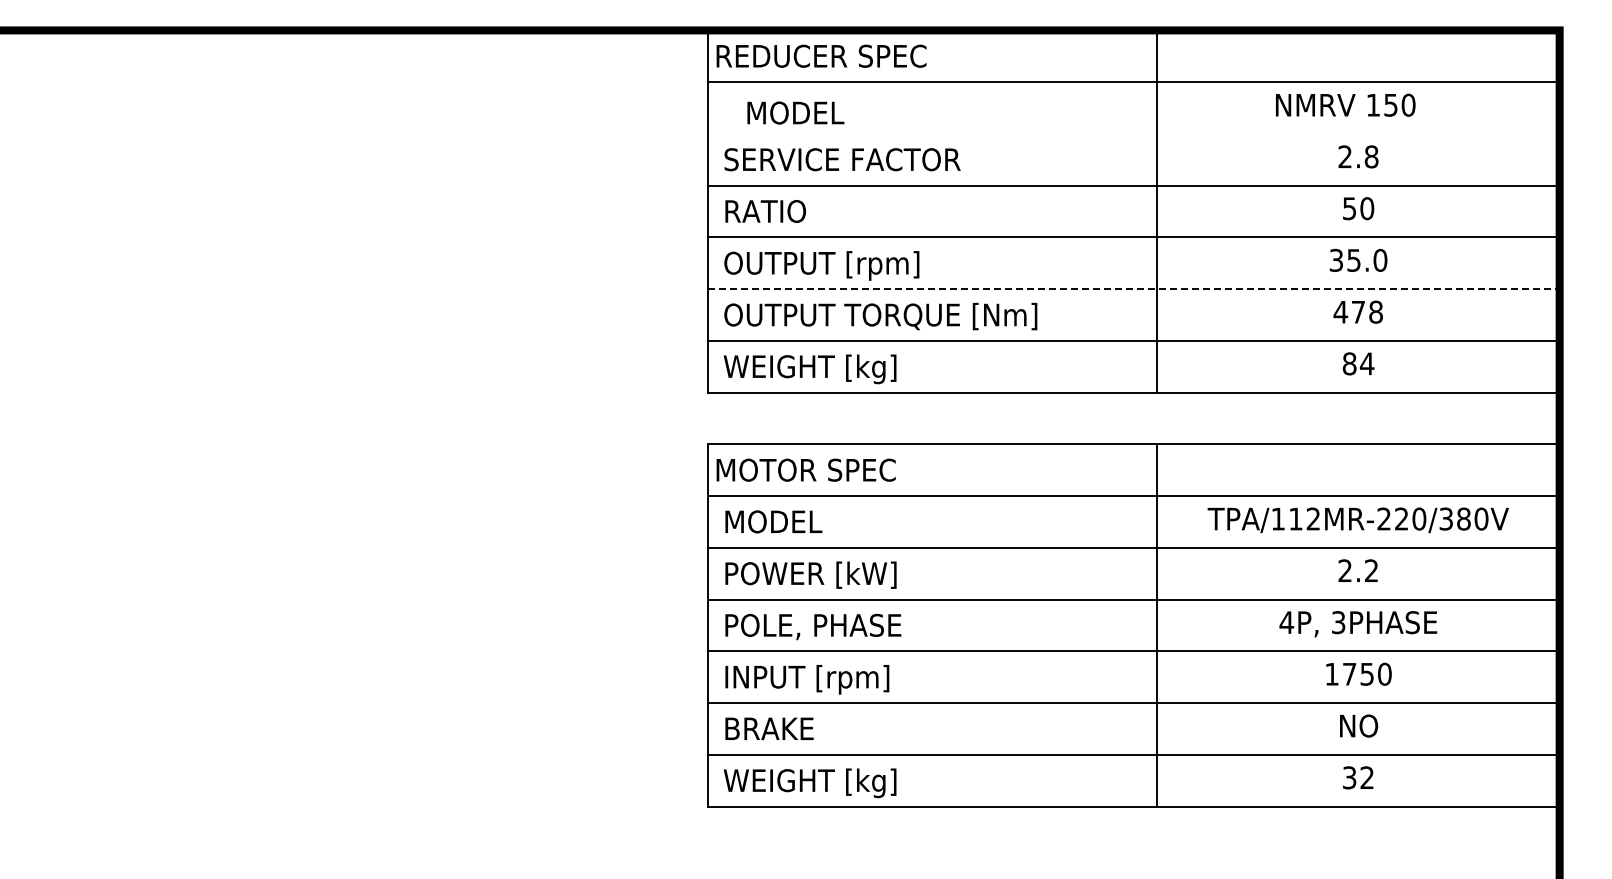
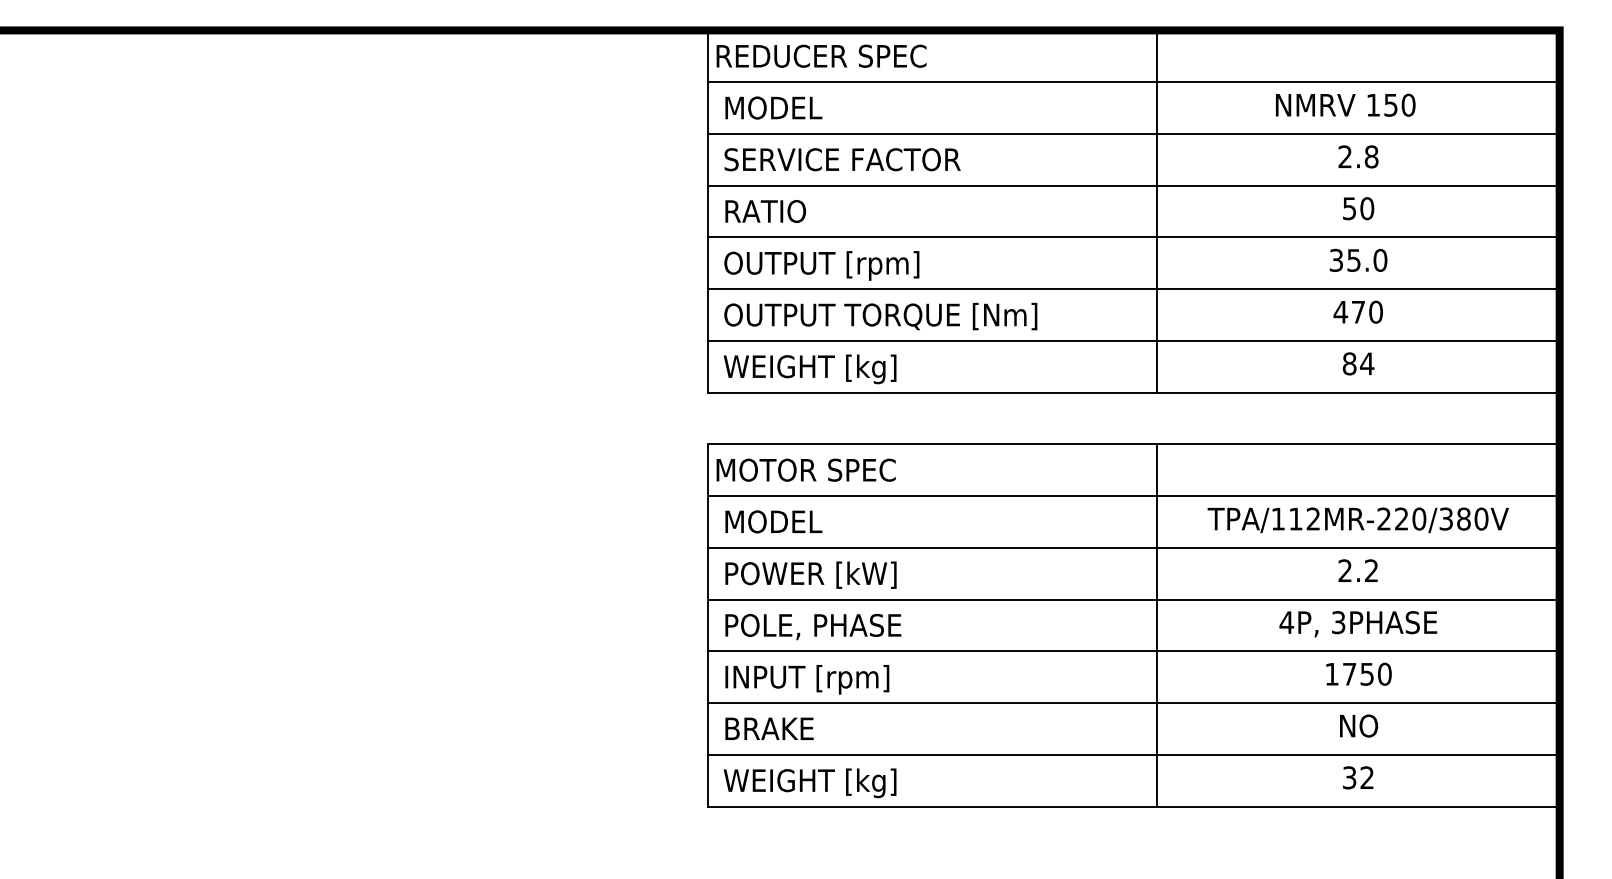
text at (795, 112) position: (795, 112) -> (773, 107)
line at (1133, 133): none -> present
line at (1134, 289): dashed -> solid
text at (1375, 312): 478 -> 470
